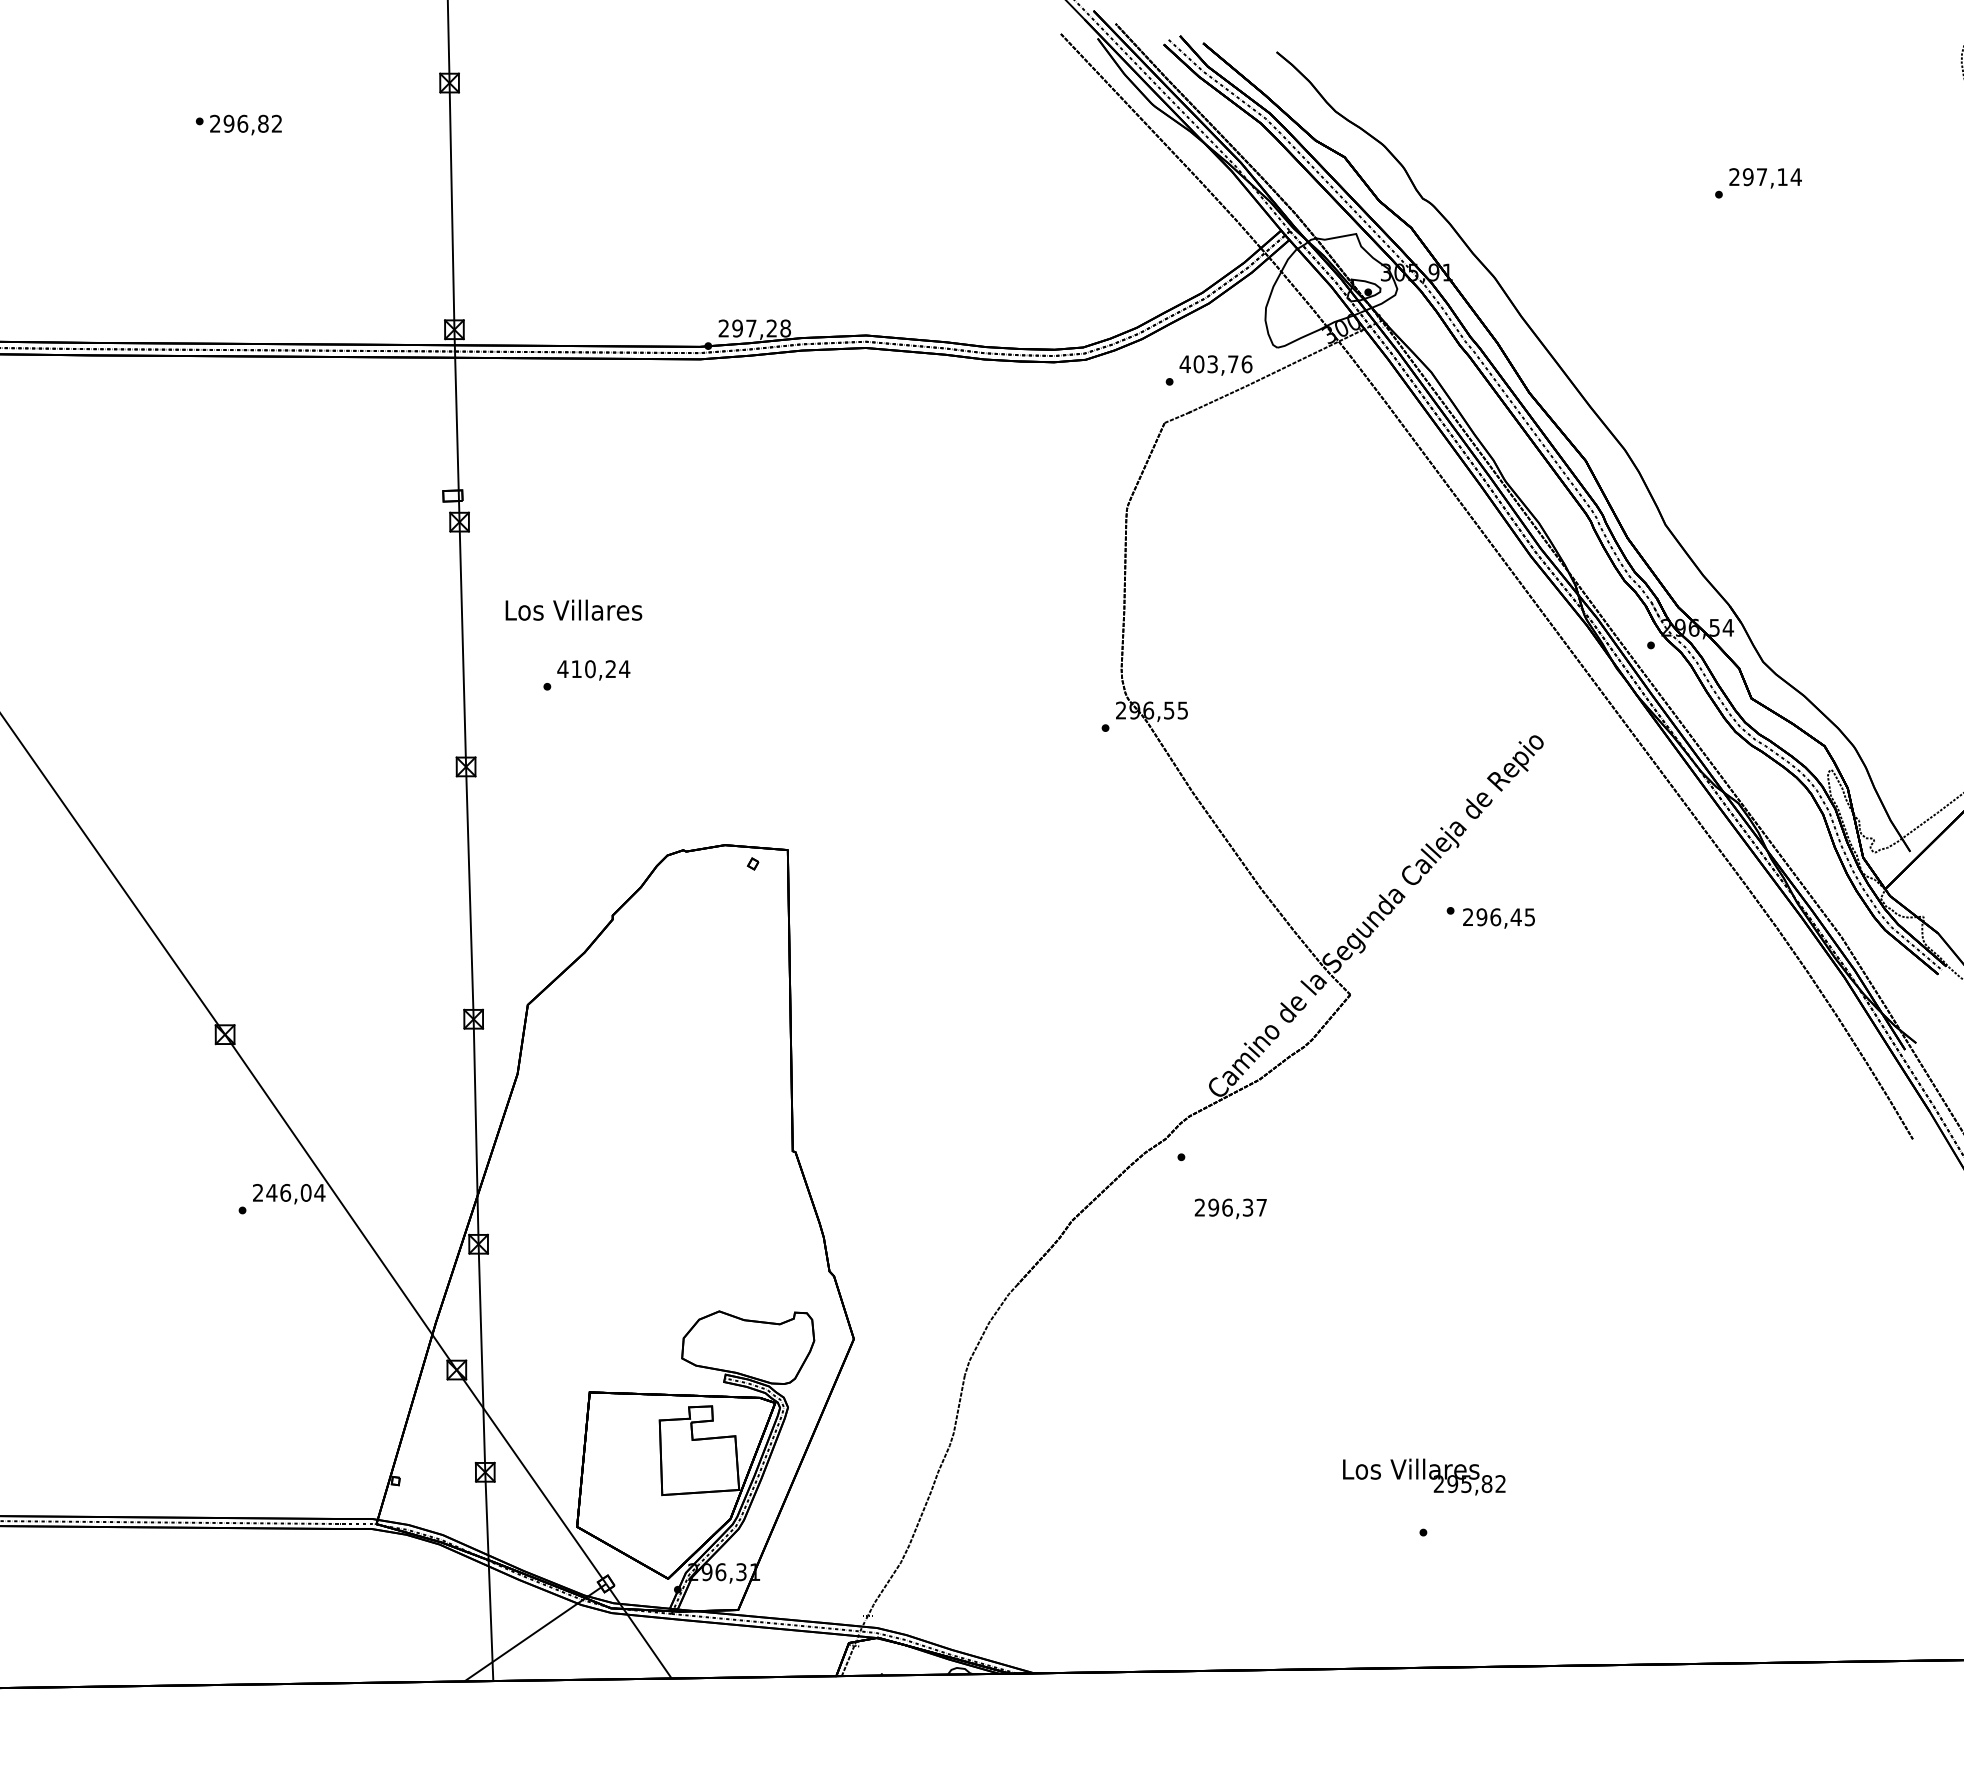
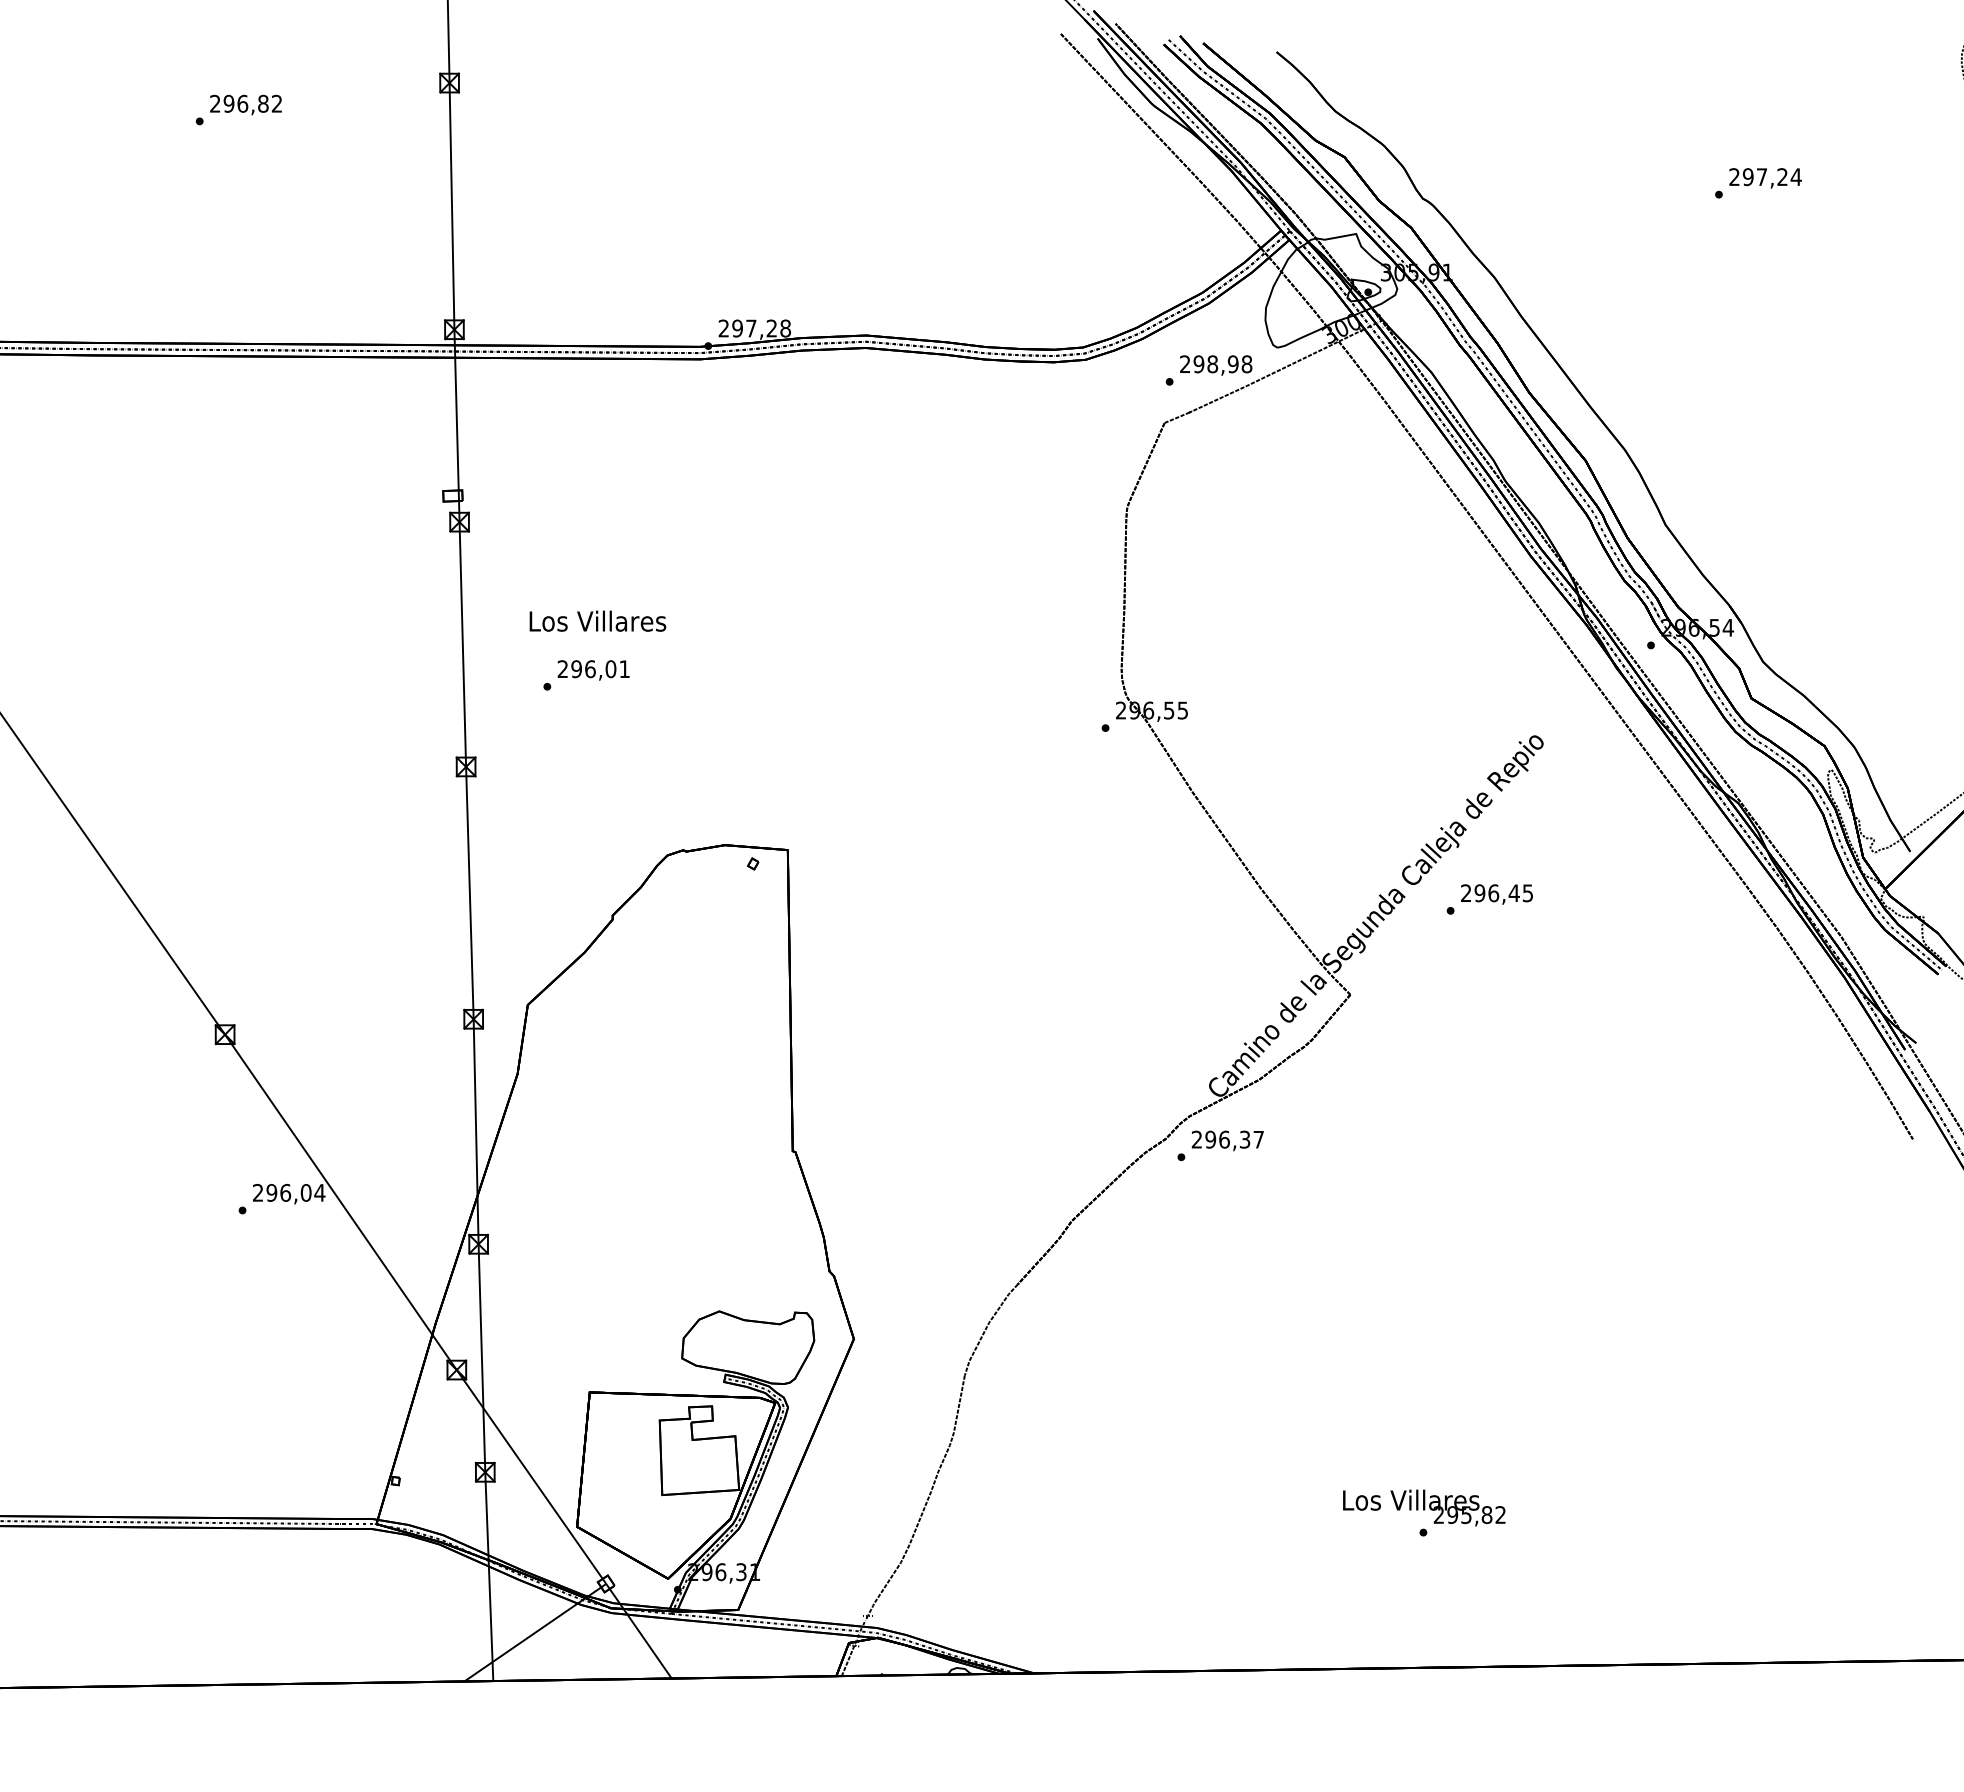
text at (245, 124) position: (245, 124) -> (245, 104)
text at (1782, 176): 297,14 -> 297,24
text at (1215, 364): 403,76 -> 298,98
text at (573, 609) position: (573, 609) -> (597, 620)
text at (593, 669): 410,24 -> 296,01
text at (1498, 918) position: (1498, 918) -> (1496, 894)
text at (271, 1192): 246,04 -> 296,04
text at (1230, 1208) position: (1230, 1208) -> (1227, 1140)
text at (1424, 1476) position: (1424, 1476) -> (1424, 1507)
